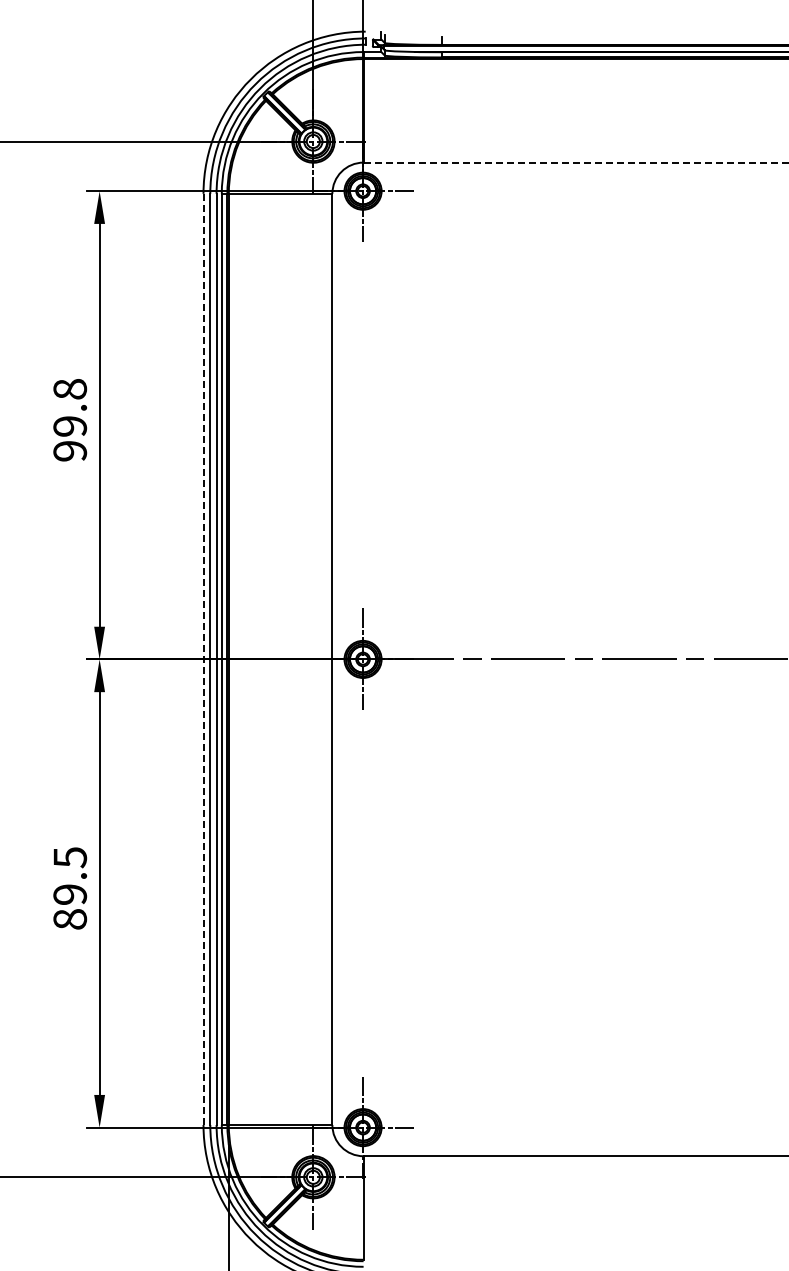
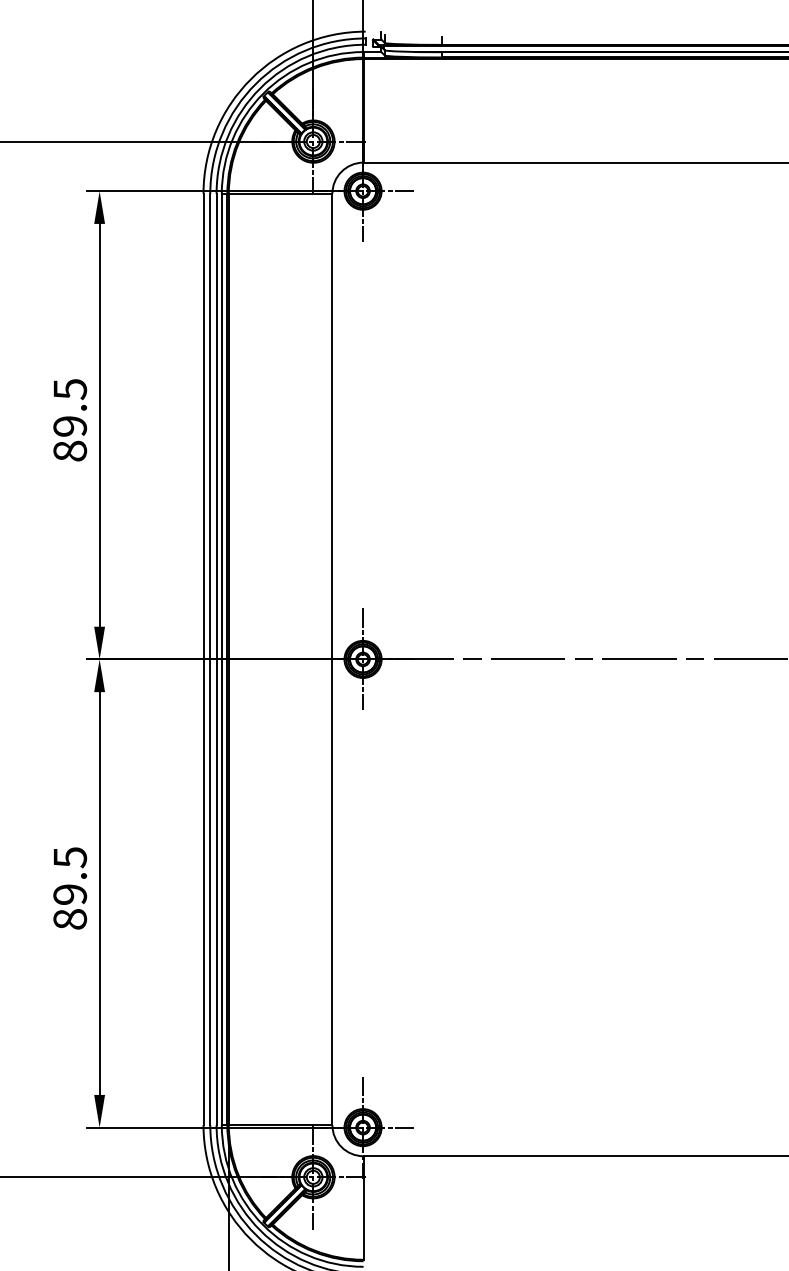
line at (576, 162): dashed -> solid
text at (70, 420): 99.8 -> 89.5
line at (203, 659): dashed -> solid
